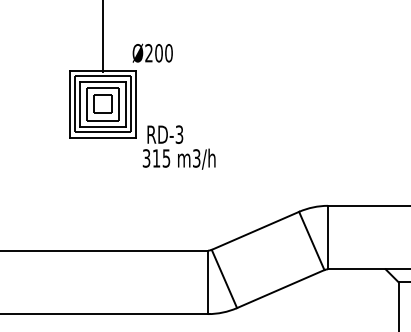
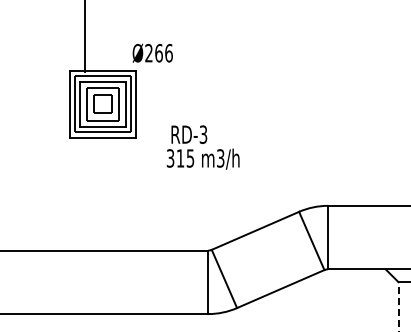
line at (103, 36) position: (103, 36) -> (85, 36)
text at (163, 53): Ø200 -> Ø266
text at (178, 147) position: (178, 147) -> (202, 147)
line at (398, 306): solid -> dashed
